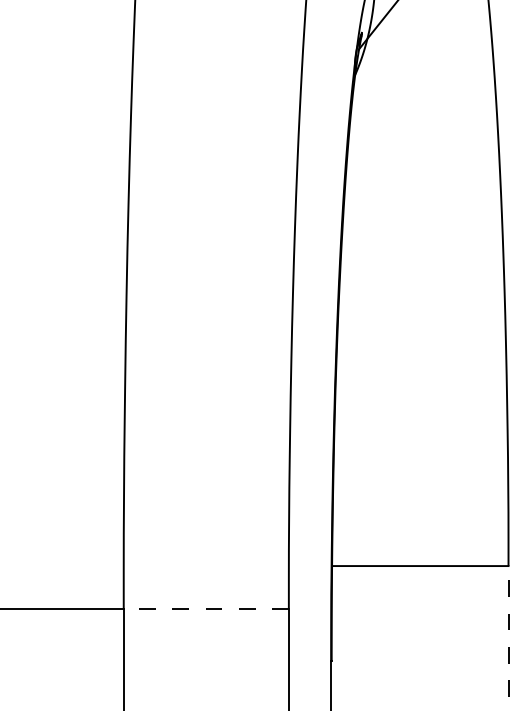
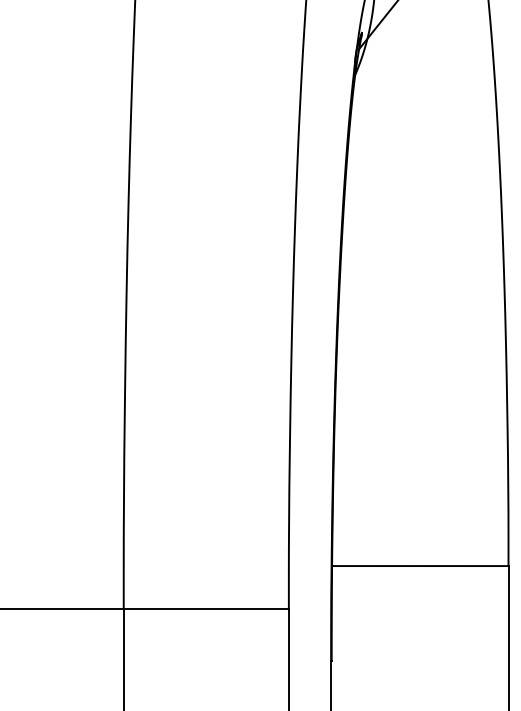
line at (206, 608): dashed -> solid
line at (508, 638): dashed -> solid
